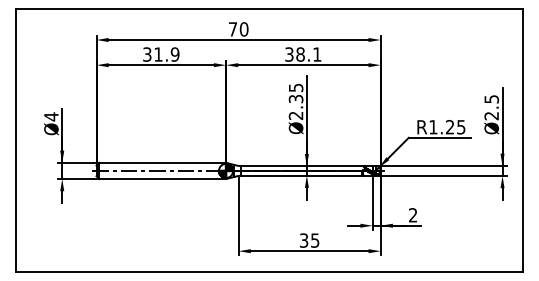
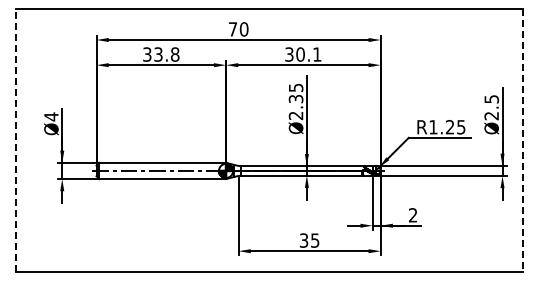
text at (166, 54): 31.9 -> 33.8
text at (300, 54): 38.1 -> 30.1
line at (16, 140): solid -> dashed
line at (522, 140): solid -> dashed
